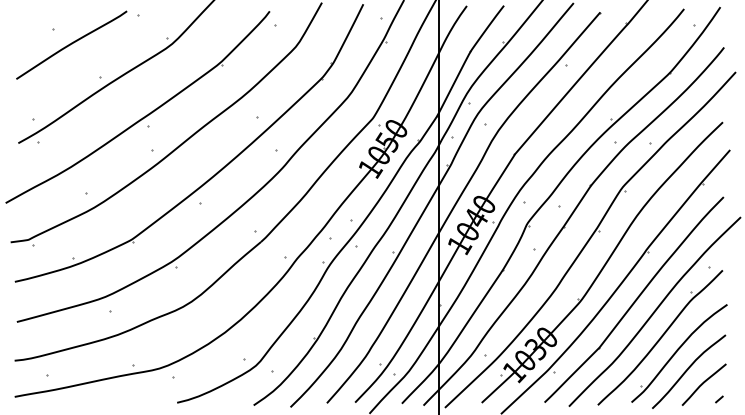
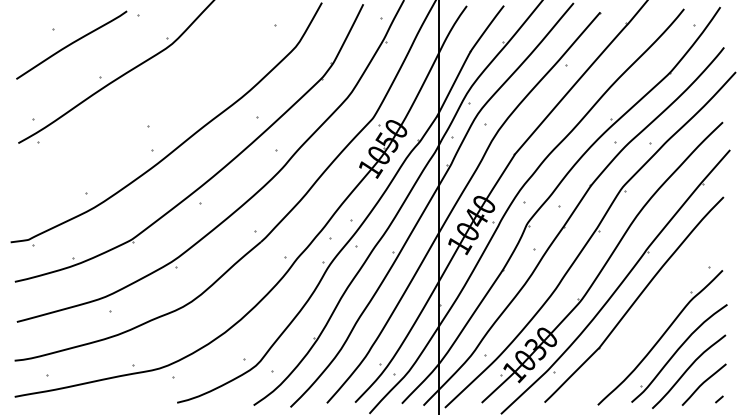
part at (142, 117): present -> none
curve at (654, 311): present -> none
